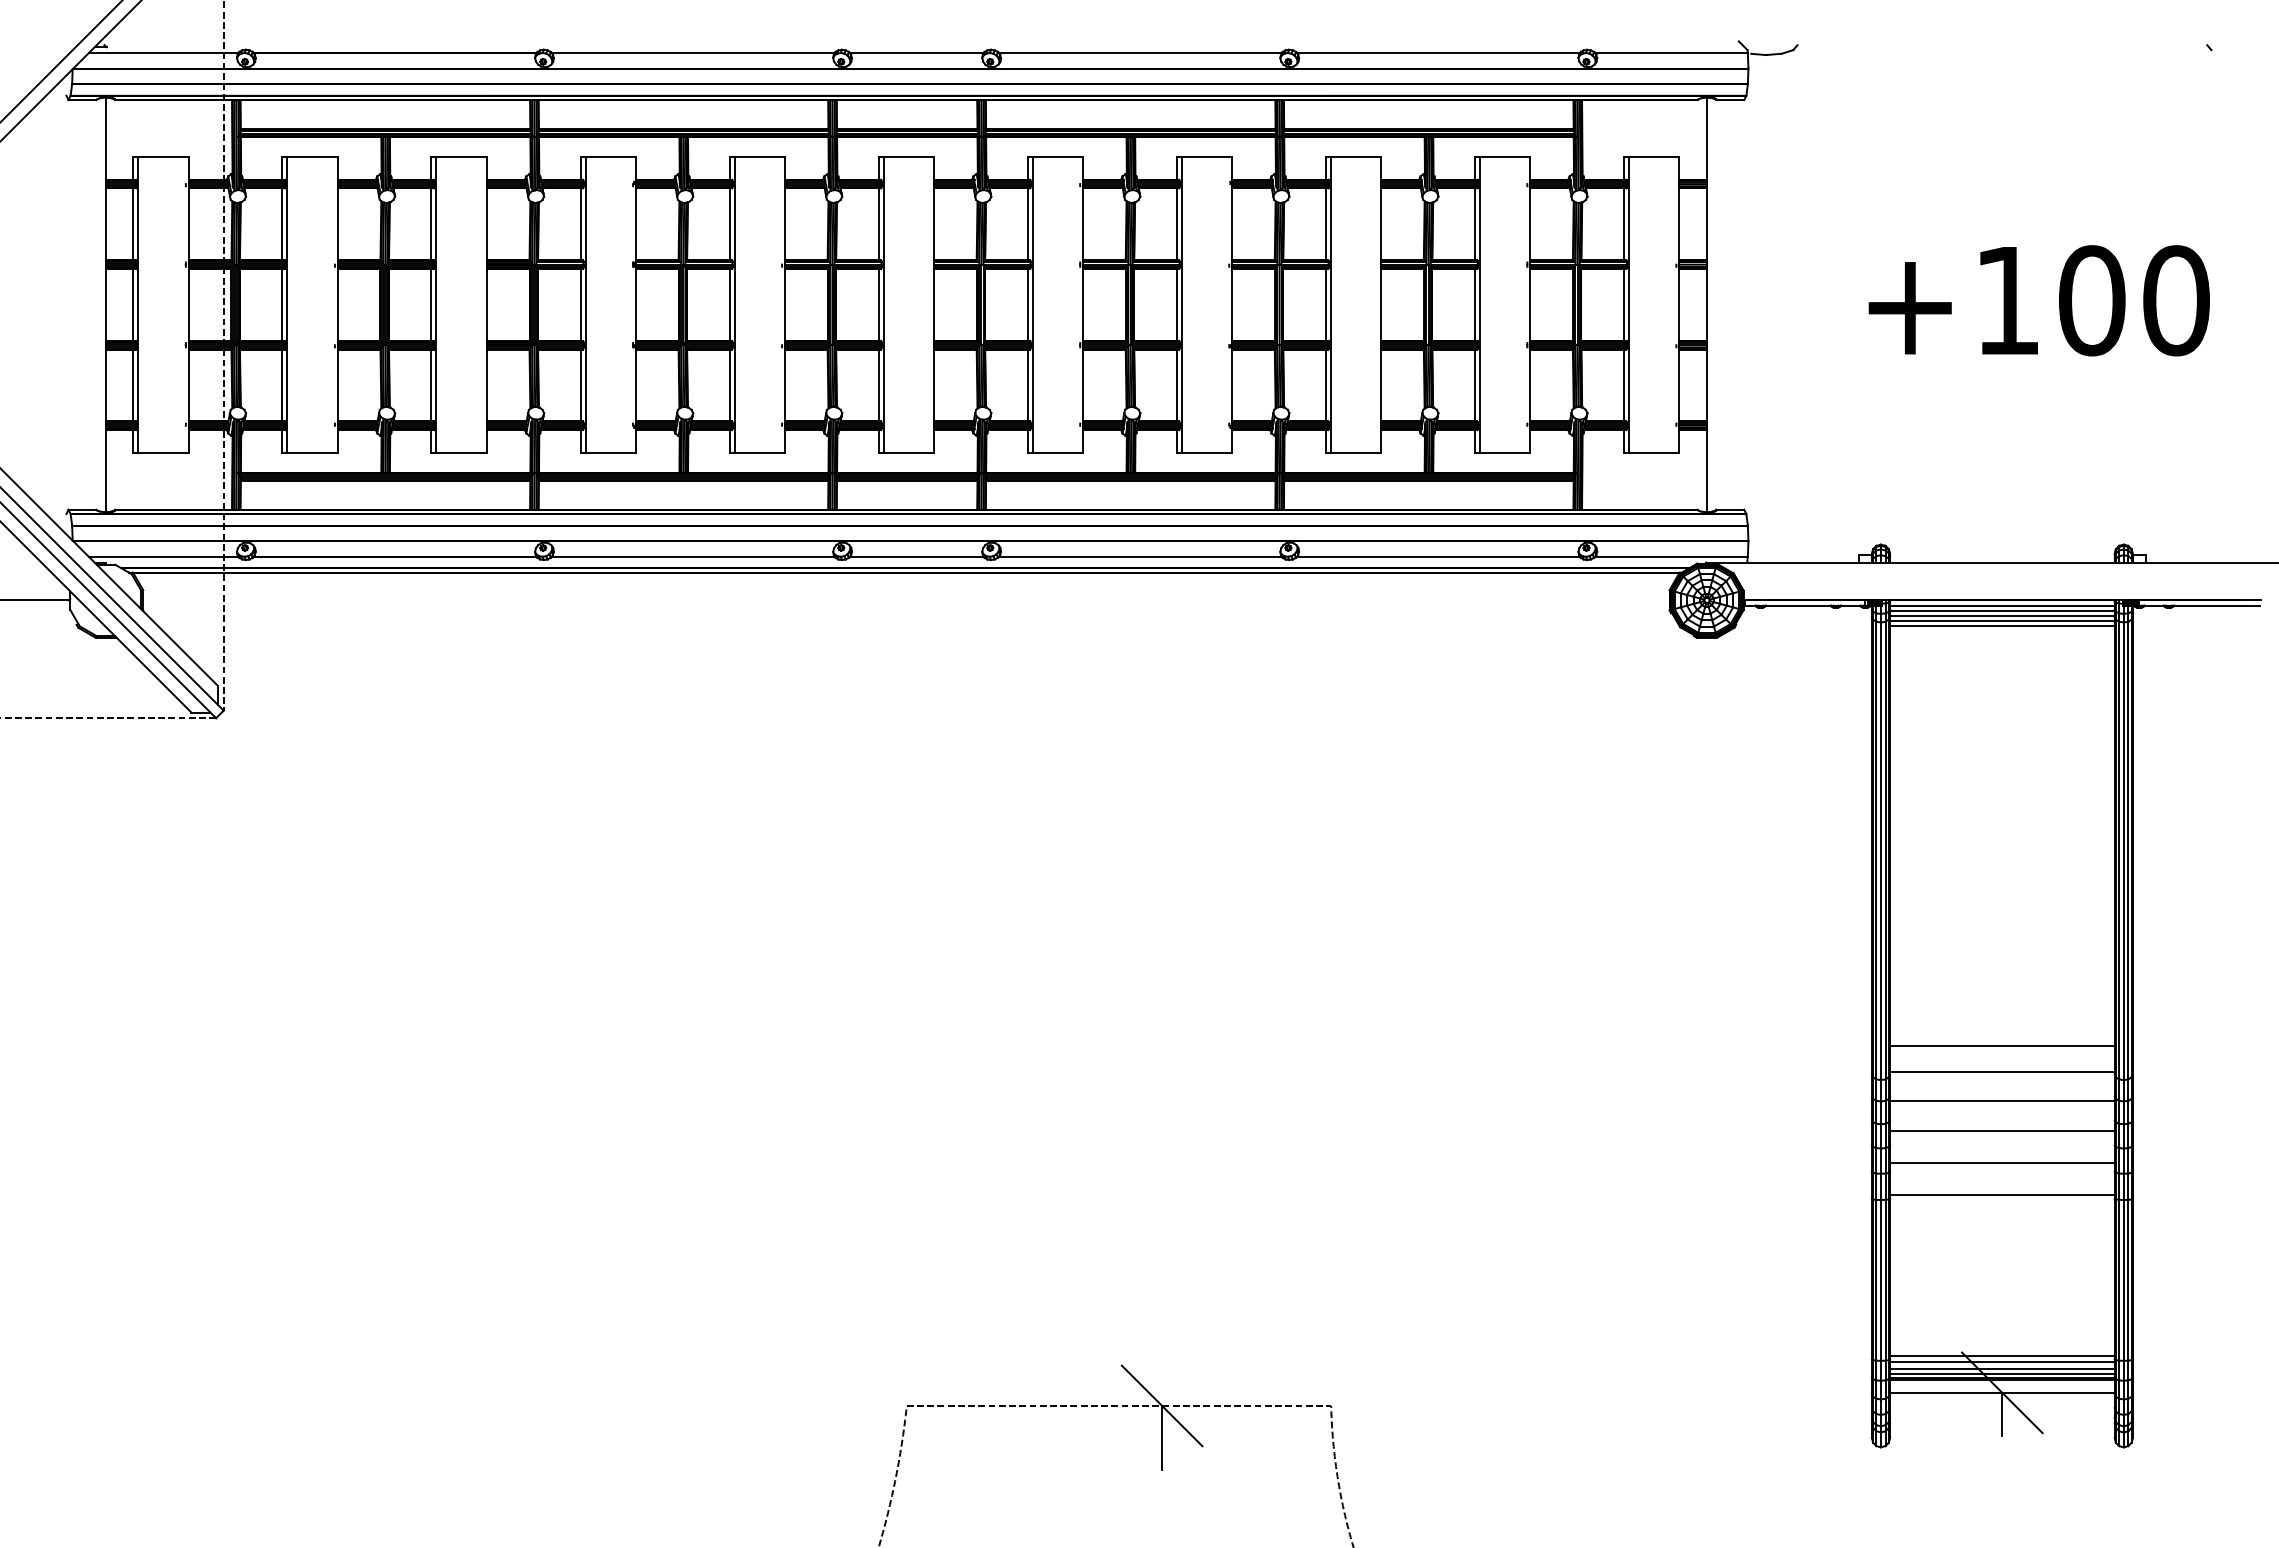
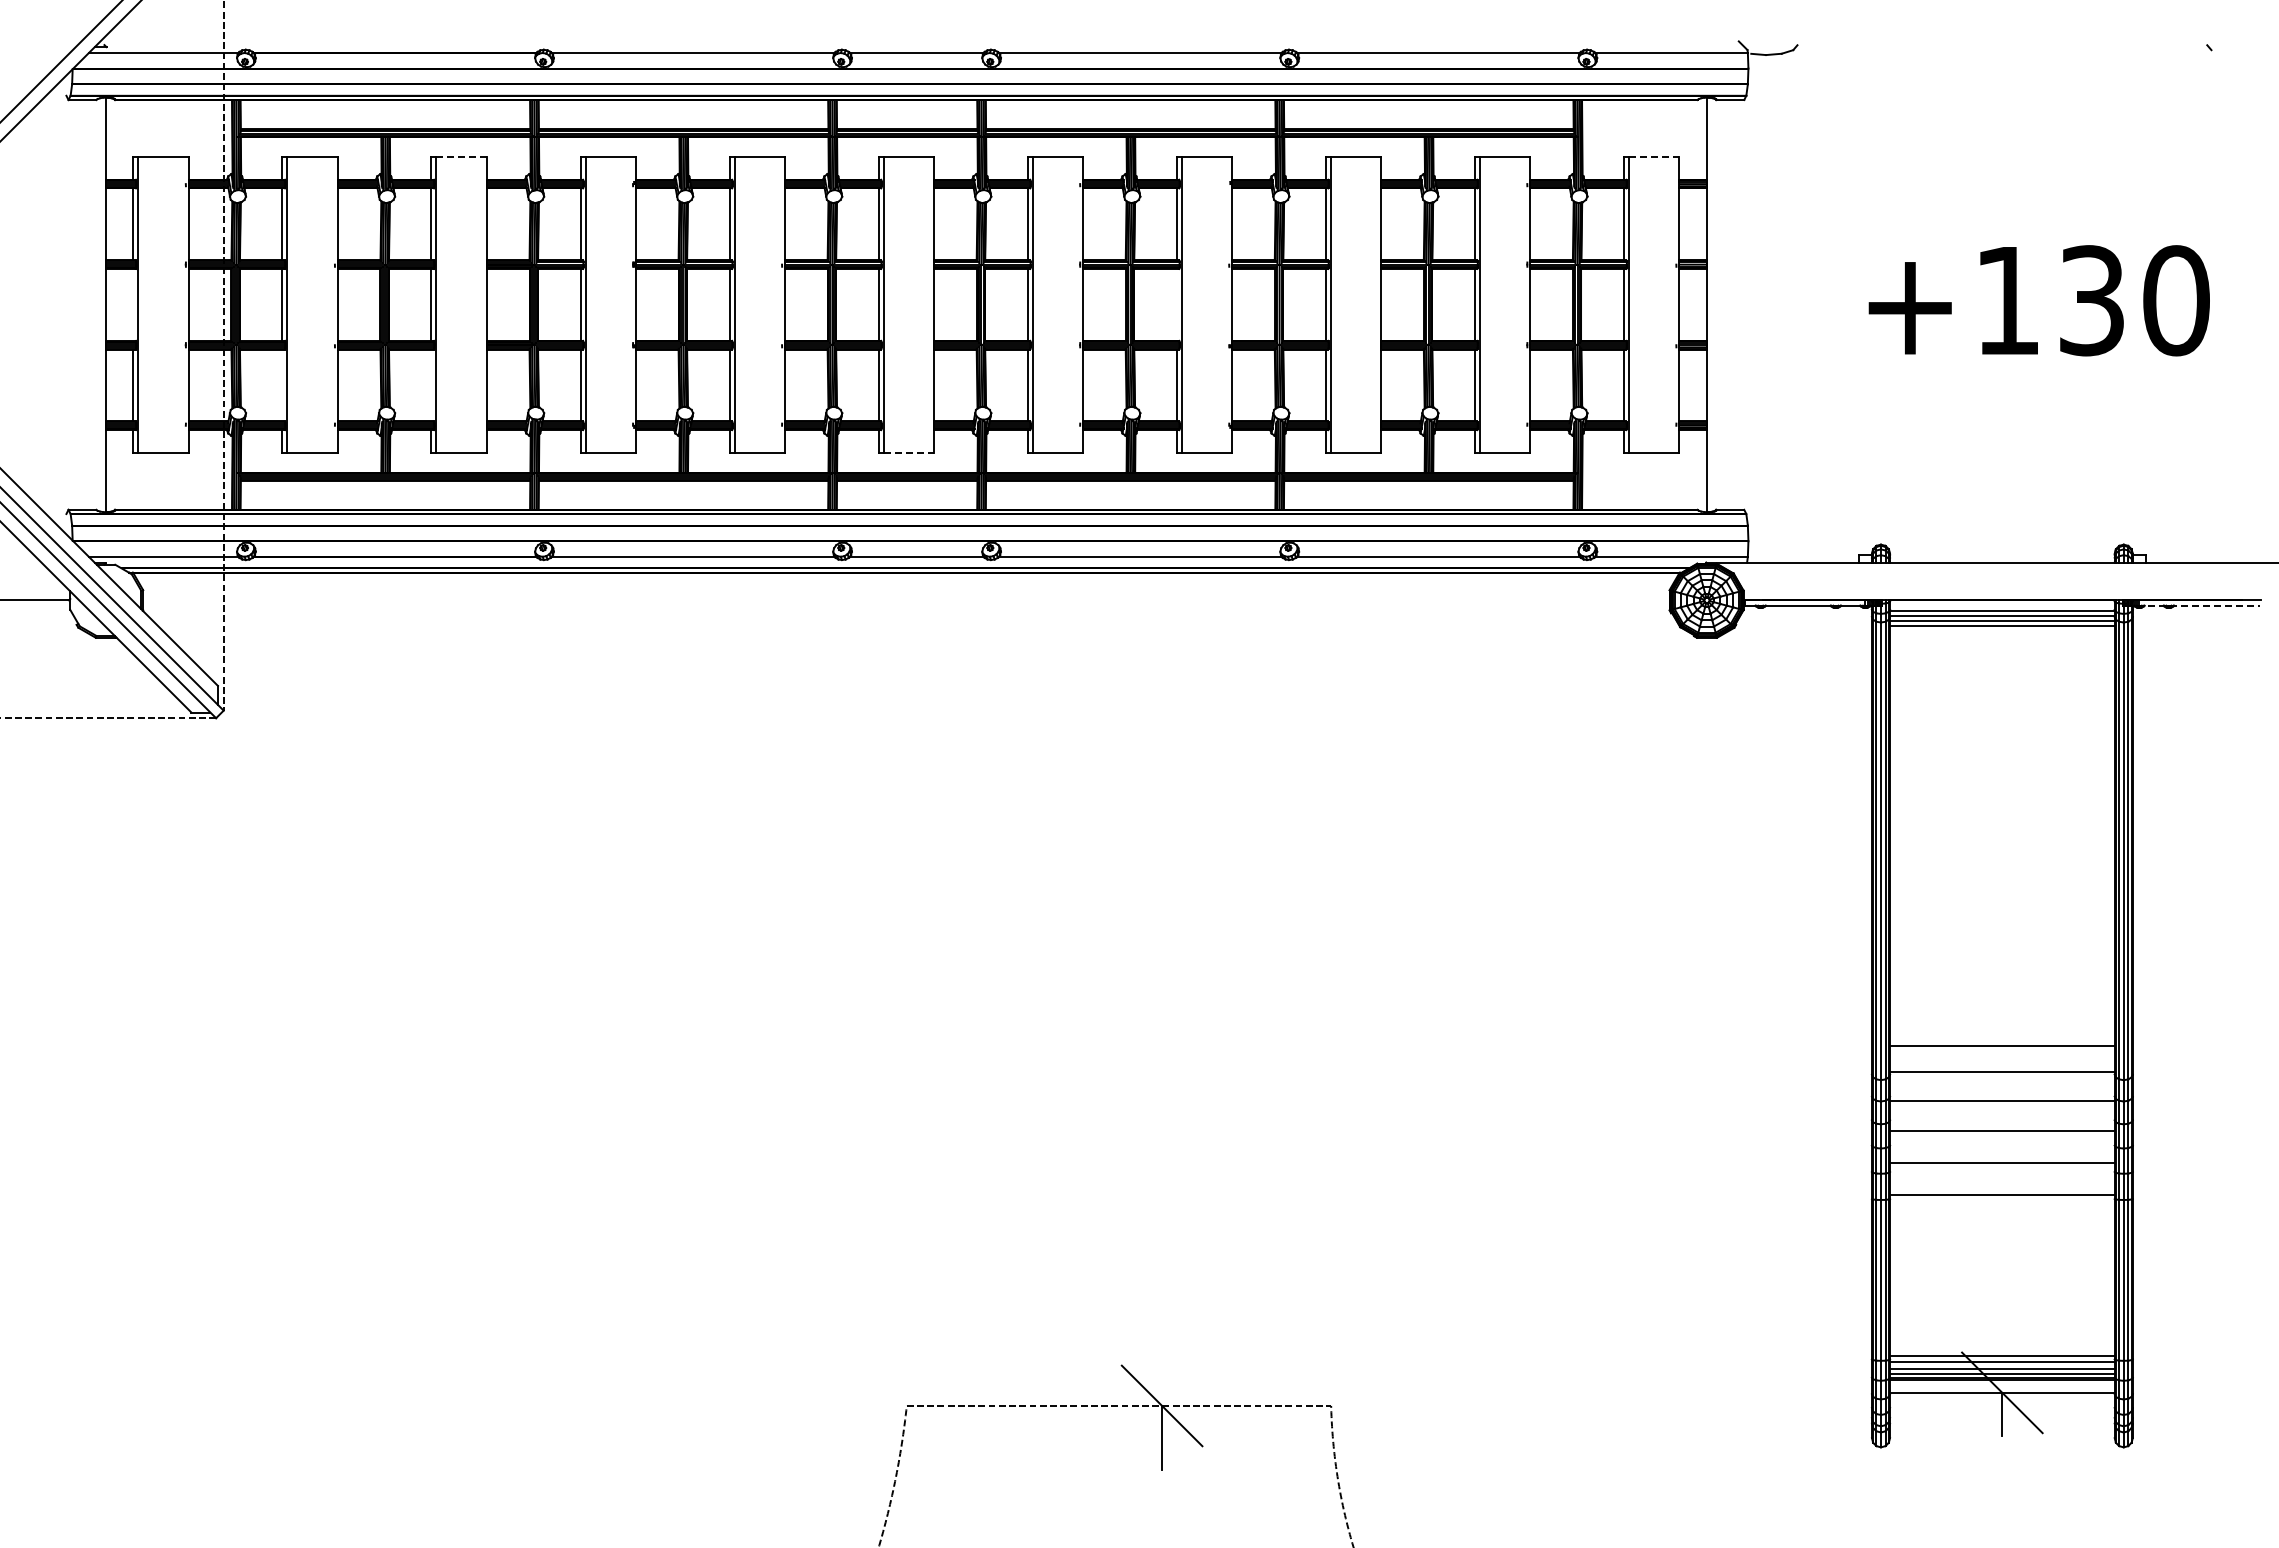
line at (462, 157): solid -> dashed
line at (1654, 157): solid -> dashed
text at (2092, 300): +100 -> +130
line at (133, 304): present -> none
line at (1176, 304): present -> none
line at (282, 385): present -> none
line at (431, 385): present -> none
line at (909, 452): solid -> dashed
line at (2002, 605): present -> none
line at (2199, 605): solid -> dashed
